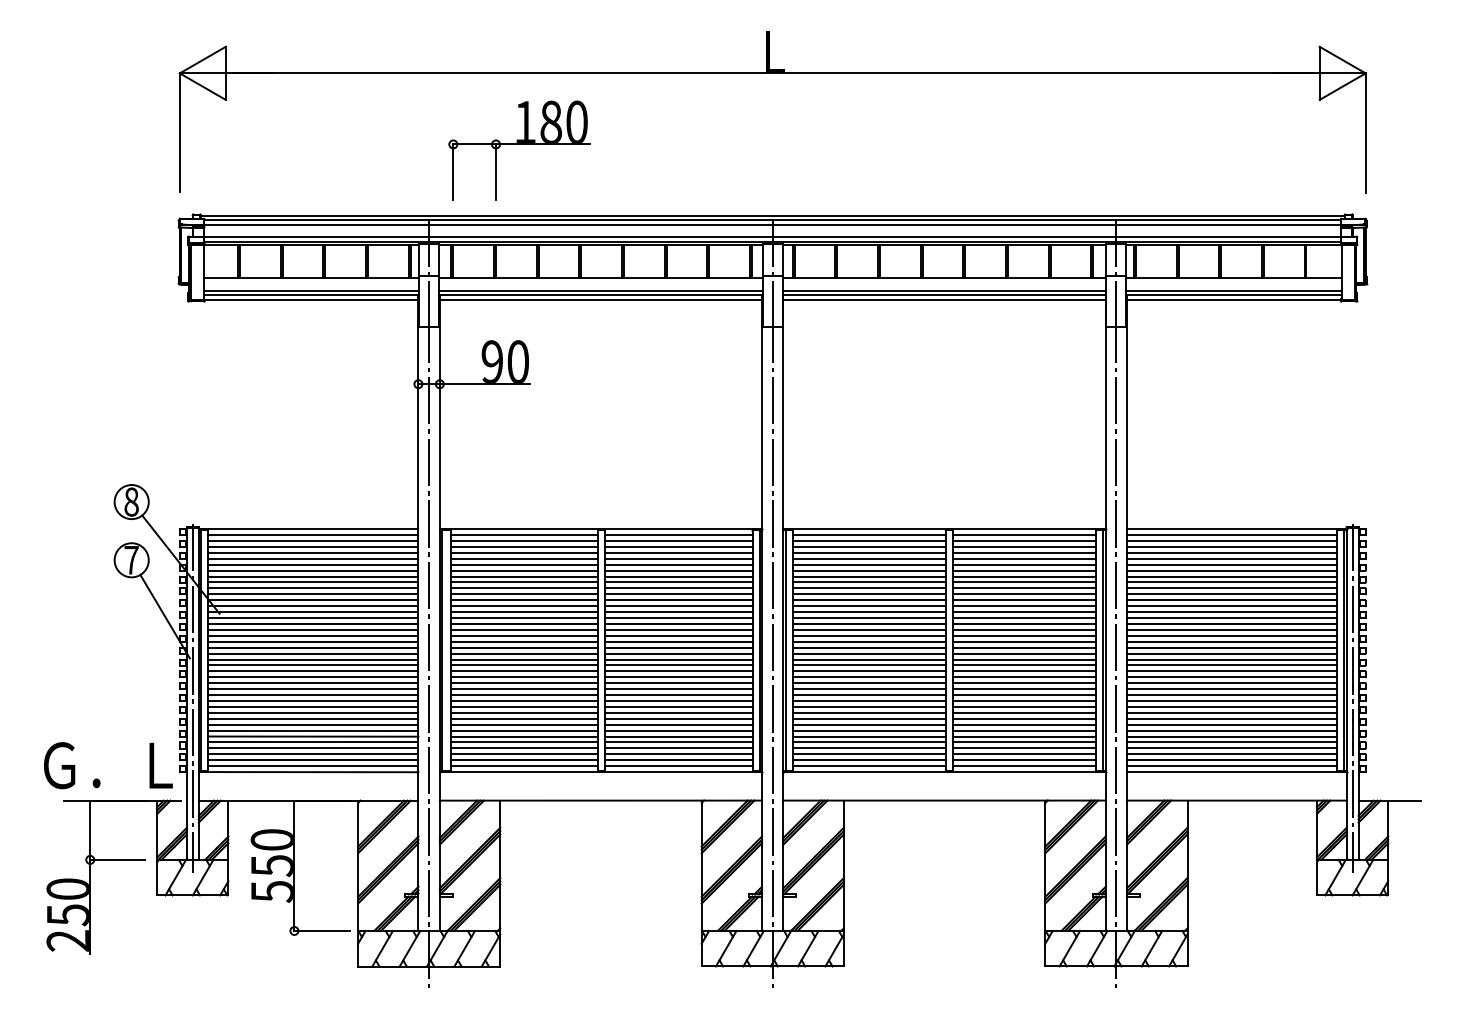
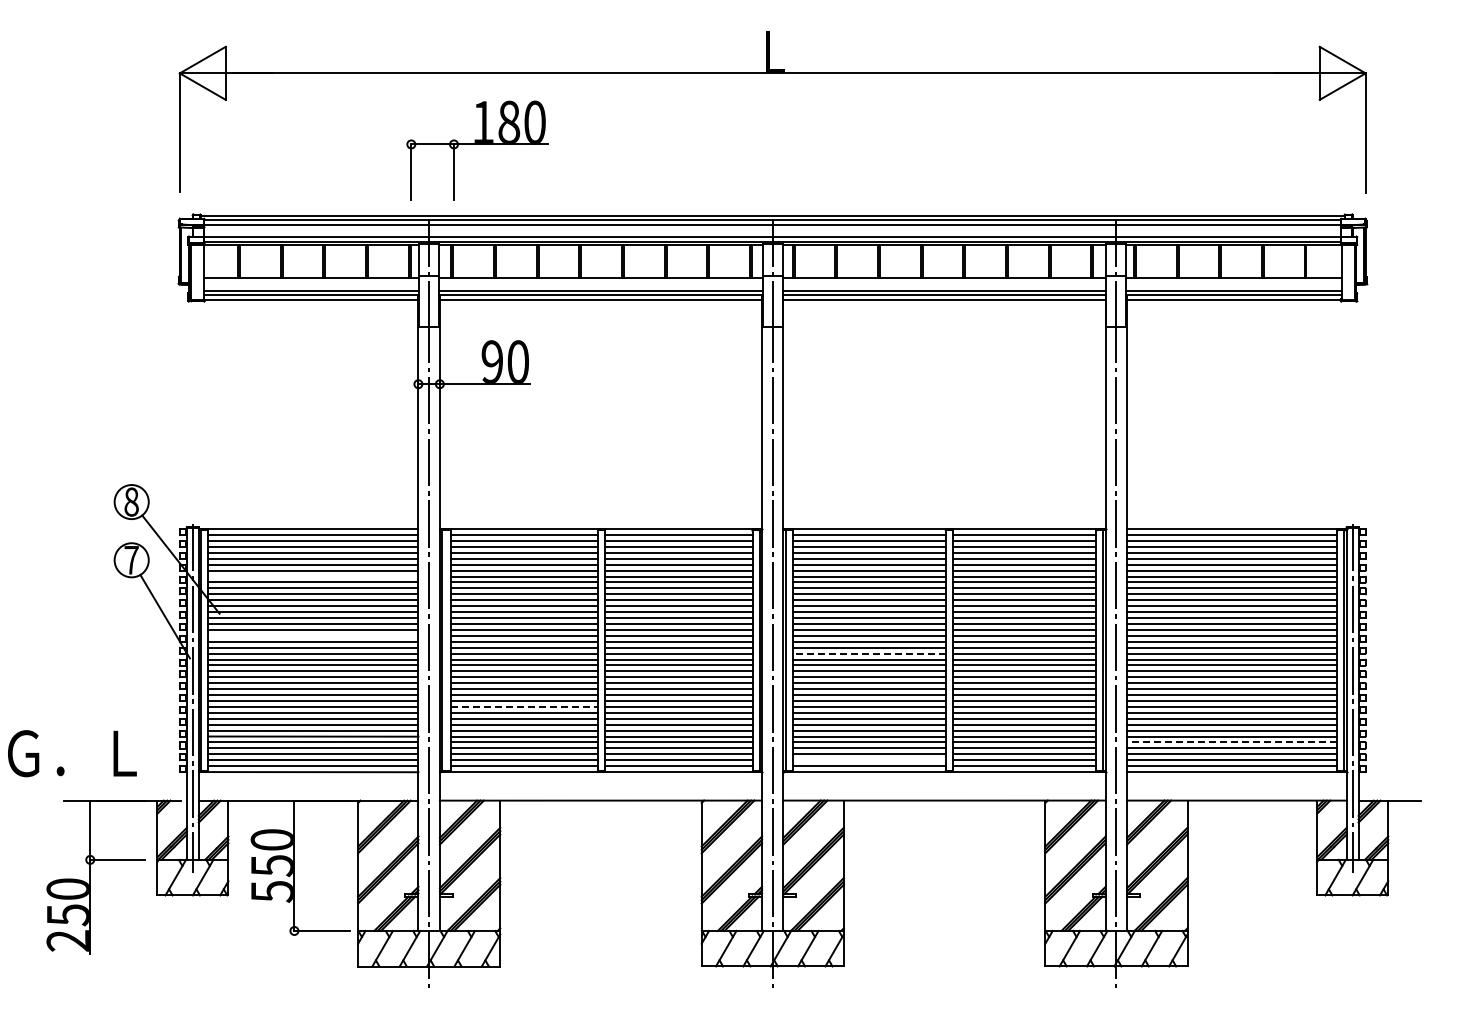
part at (519, 150) position: (519, 150) -> (477, 150)
line at (313, 576): present -> none
line at (313, 635): present -> none
line at (868, 653): solid -> dashed
line at (524, 706): solid -> dashed
line at (1231, 742): solid -> dashed
line at (868, 760): present -> none
text at (108, 765) position: (108, 765) -> (72, 753)
